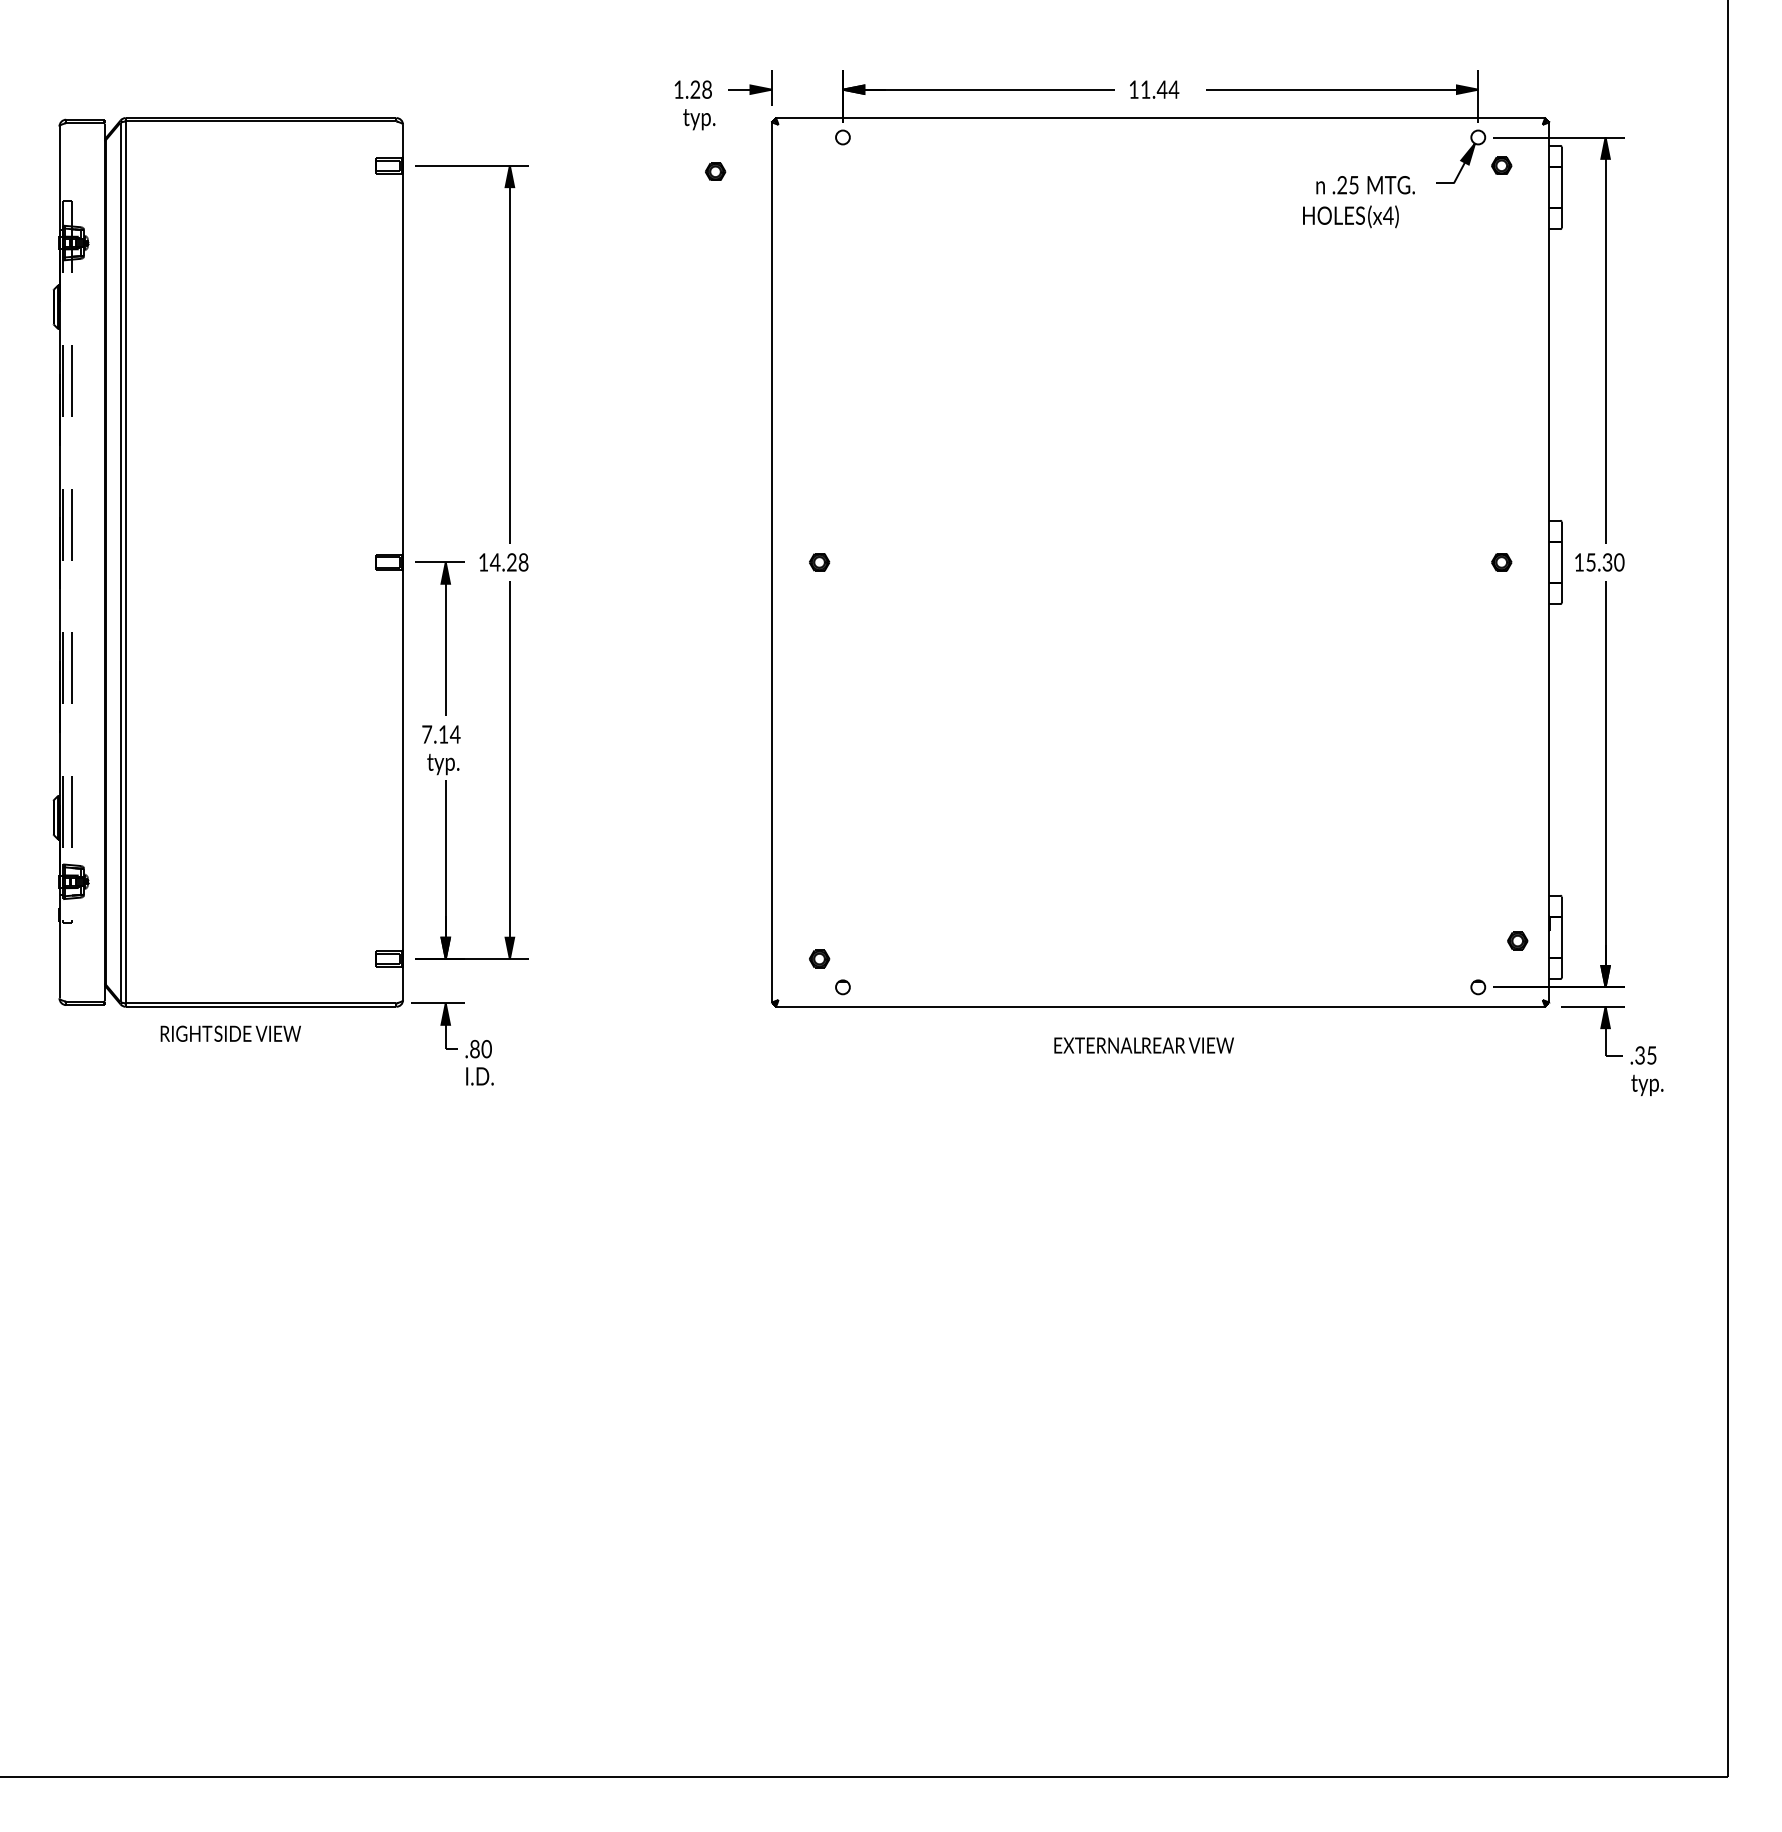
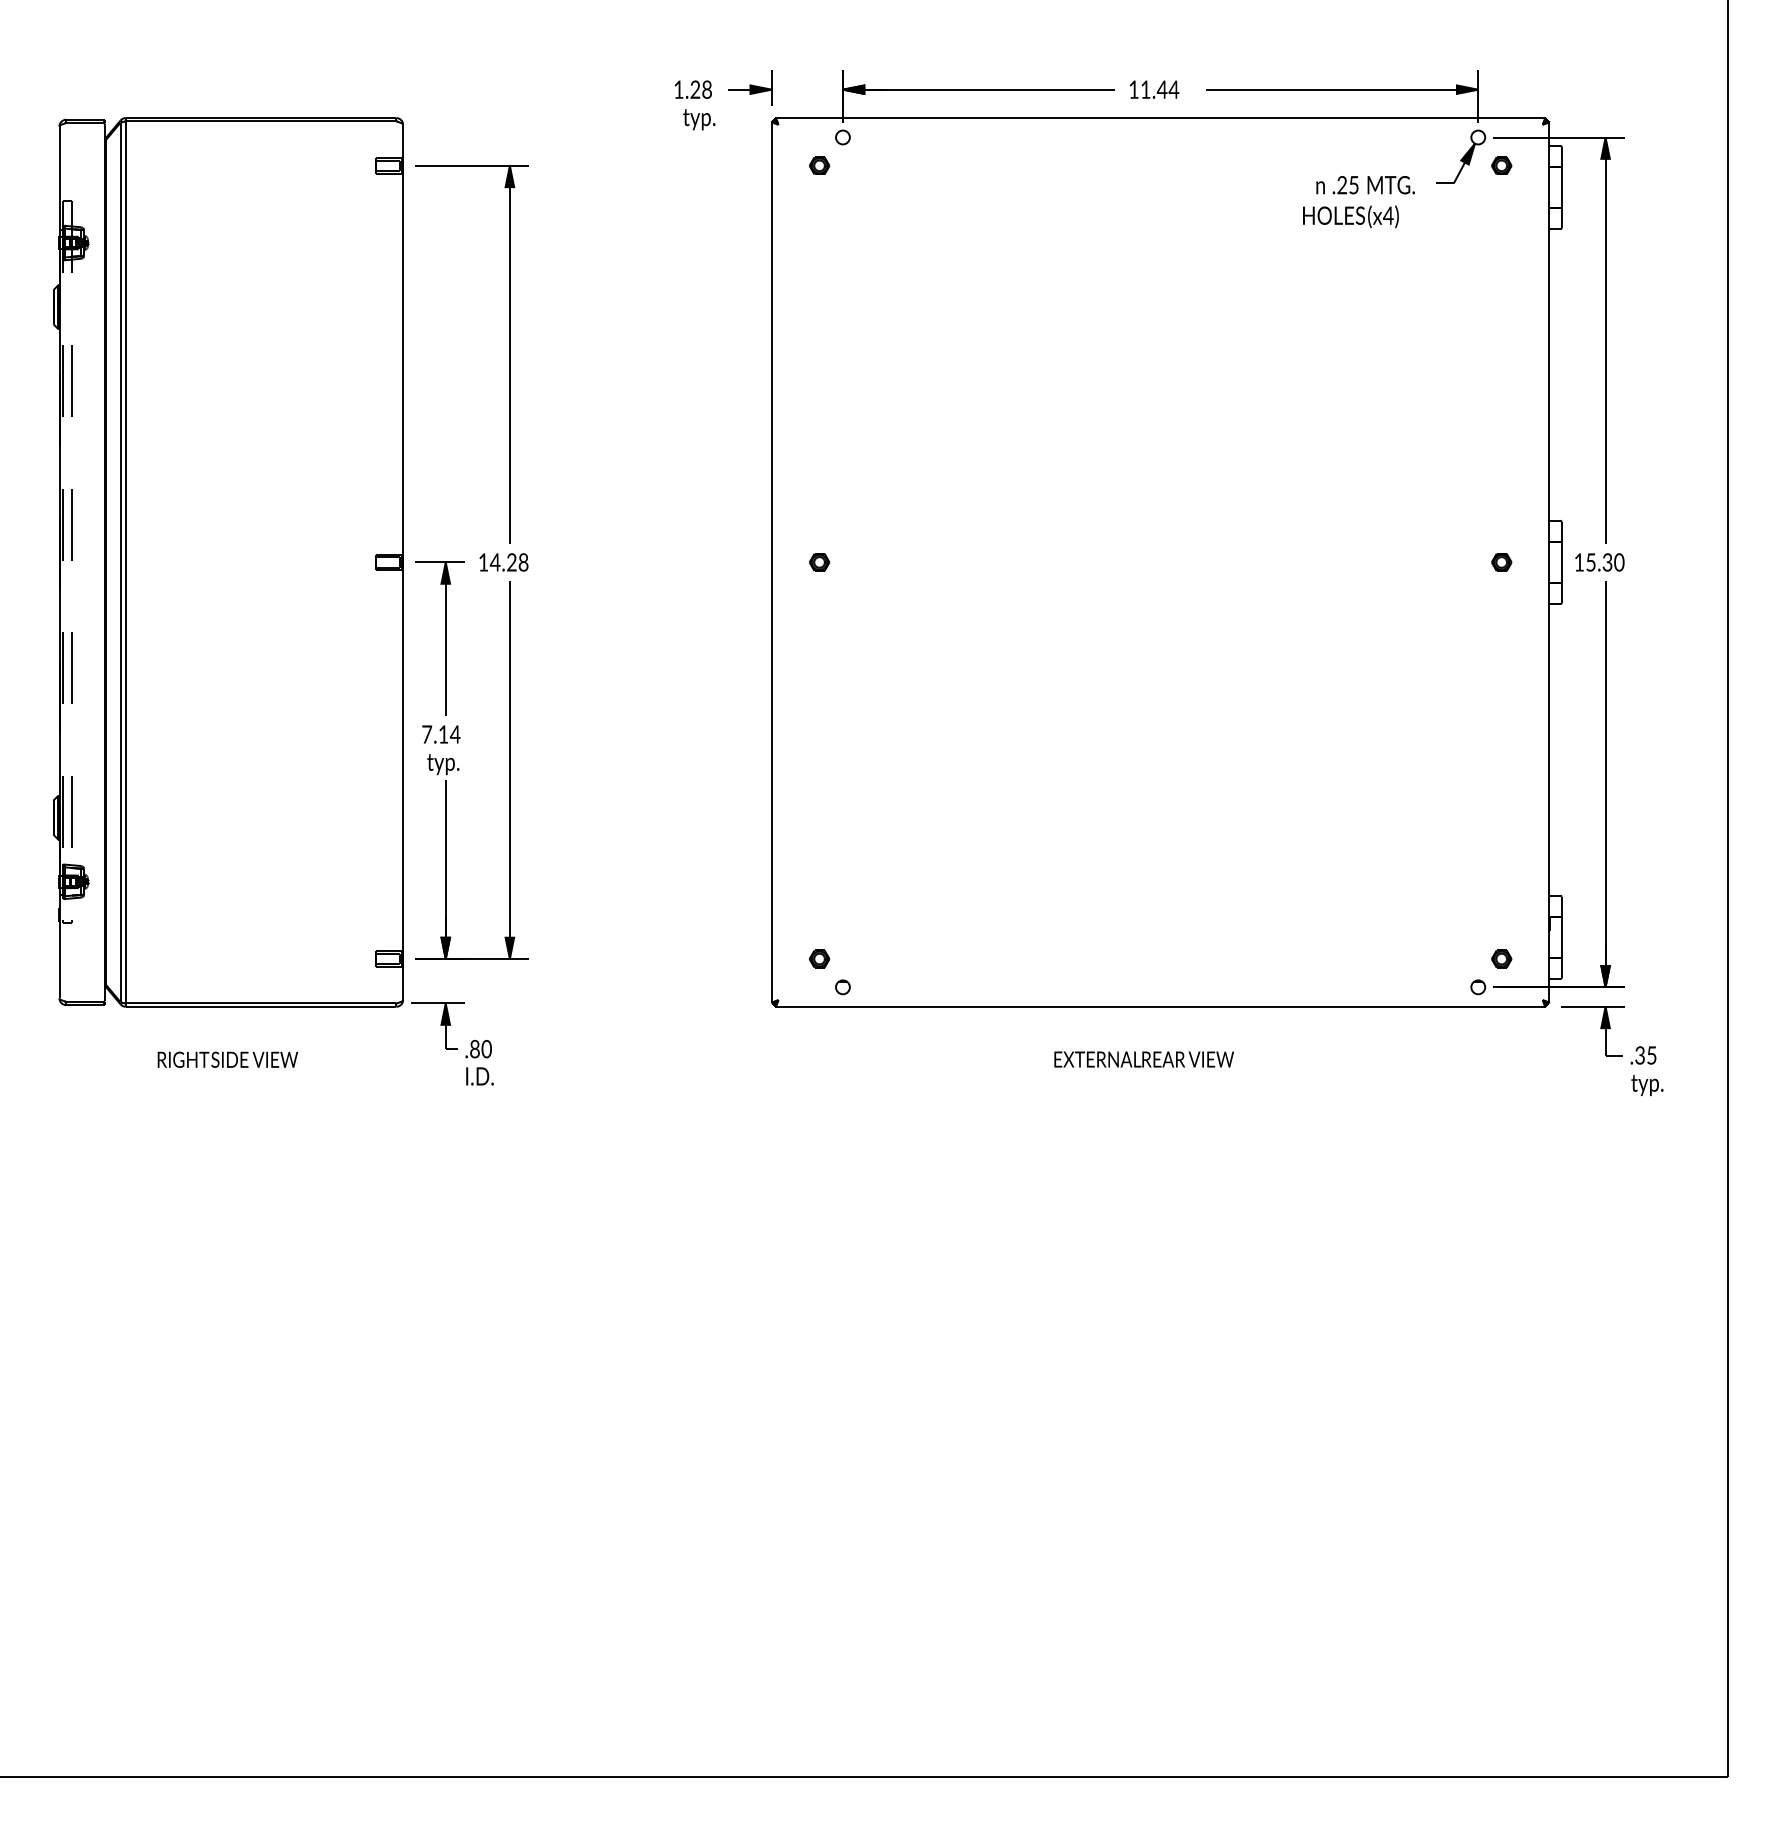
part at (715, 171) position: (715, 171) -> (819, 165)
part at (1517, 940) position: (1517, 940) -> (1501, 958)
text at (230, 1033) position: (230, 1033) -> (227, 1059)
text at (1143, 1045) position: (1143, 1045) -> (1143, 1059)
